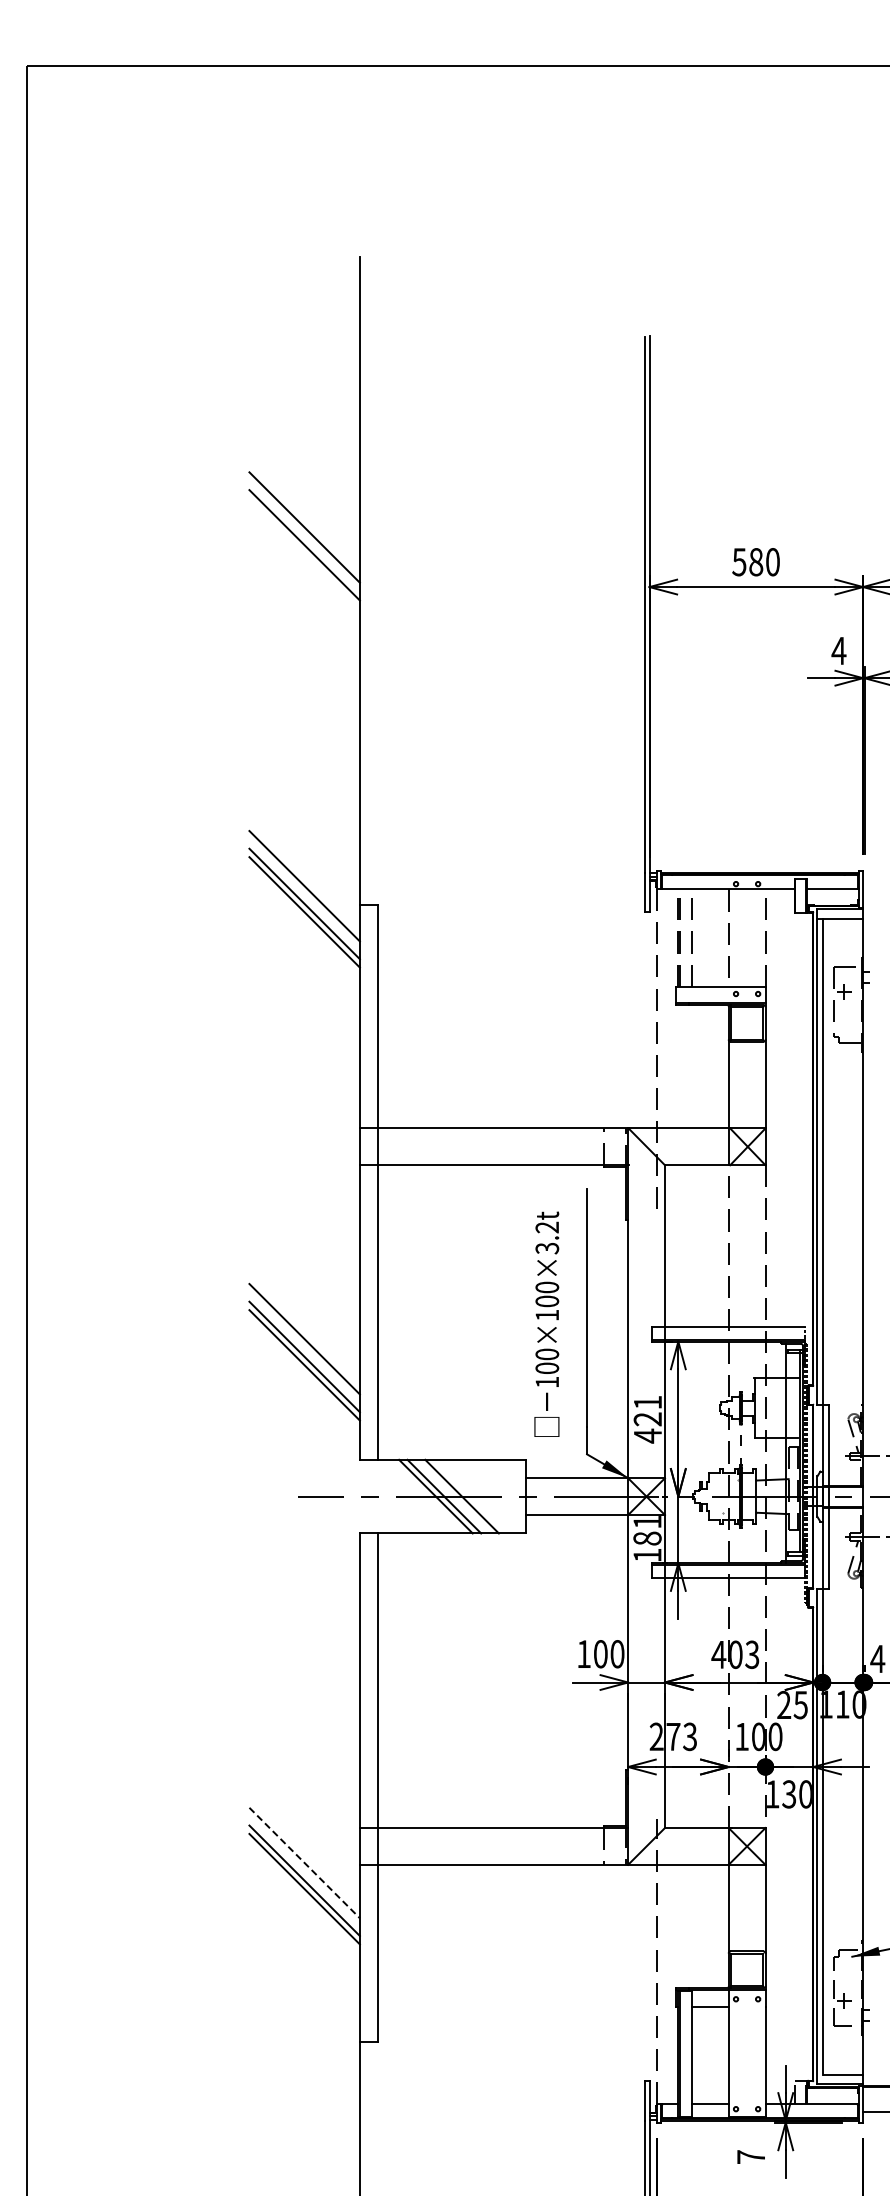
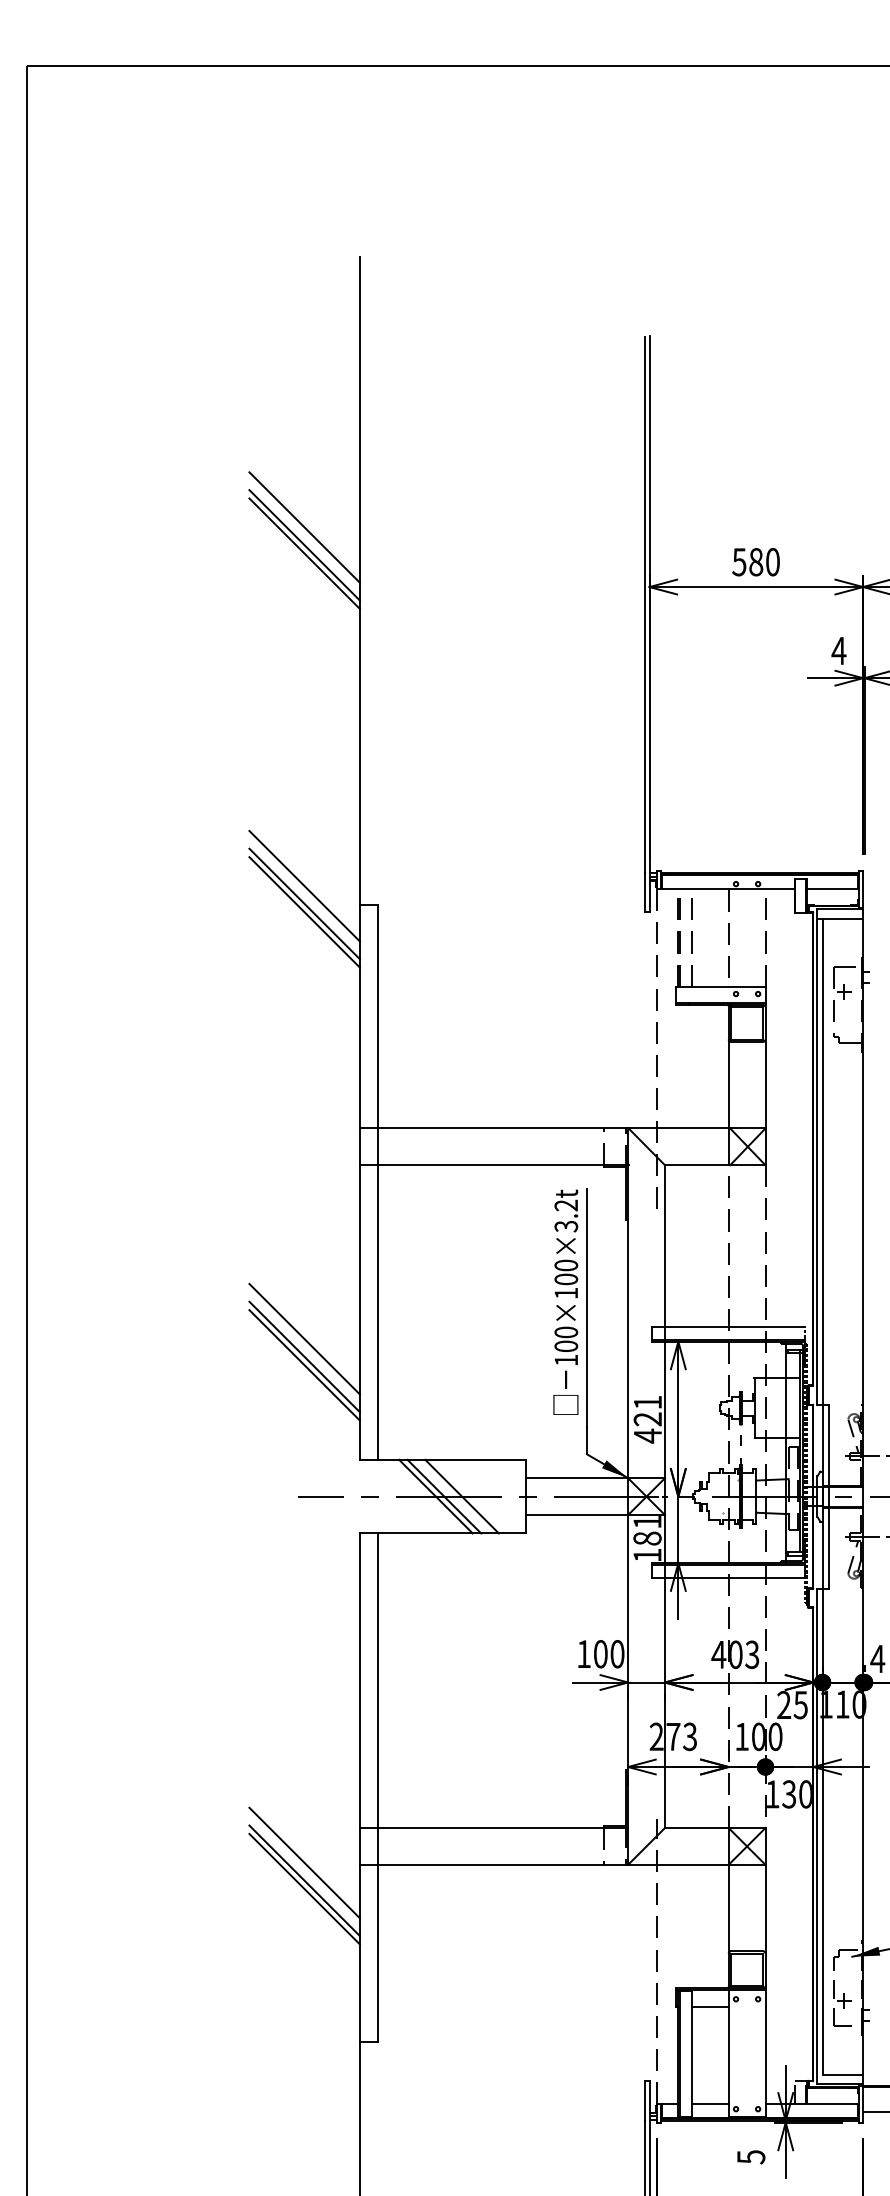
line at (304, 553): none -> present
text at (546, 1323) position: (546, 1323) -> (565, 1301)
line at (305, 1863): dashed -> solid
text at (751, 2157): 7 -> 5
